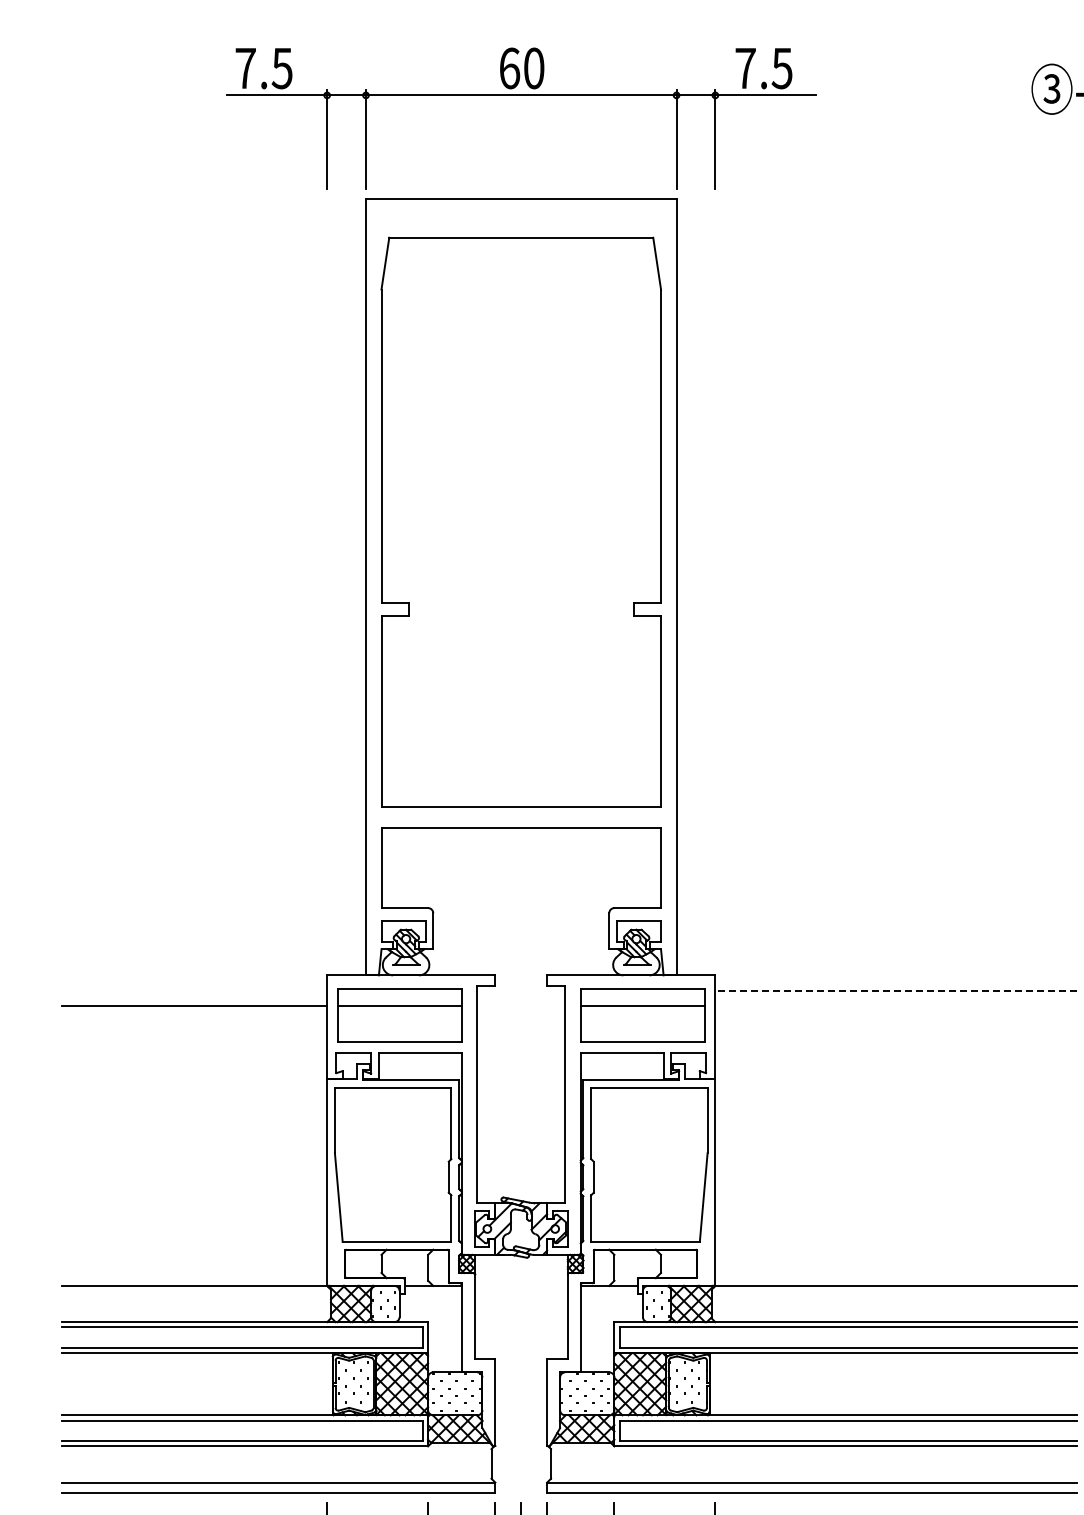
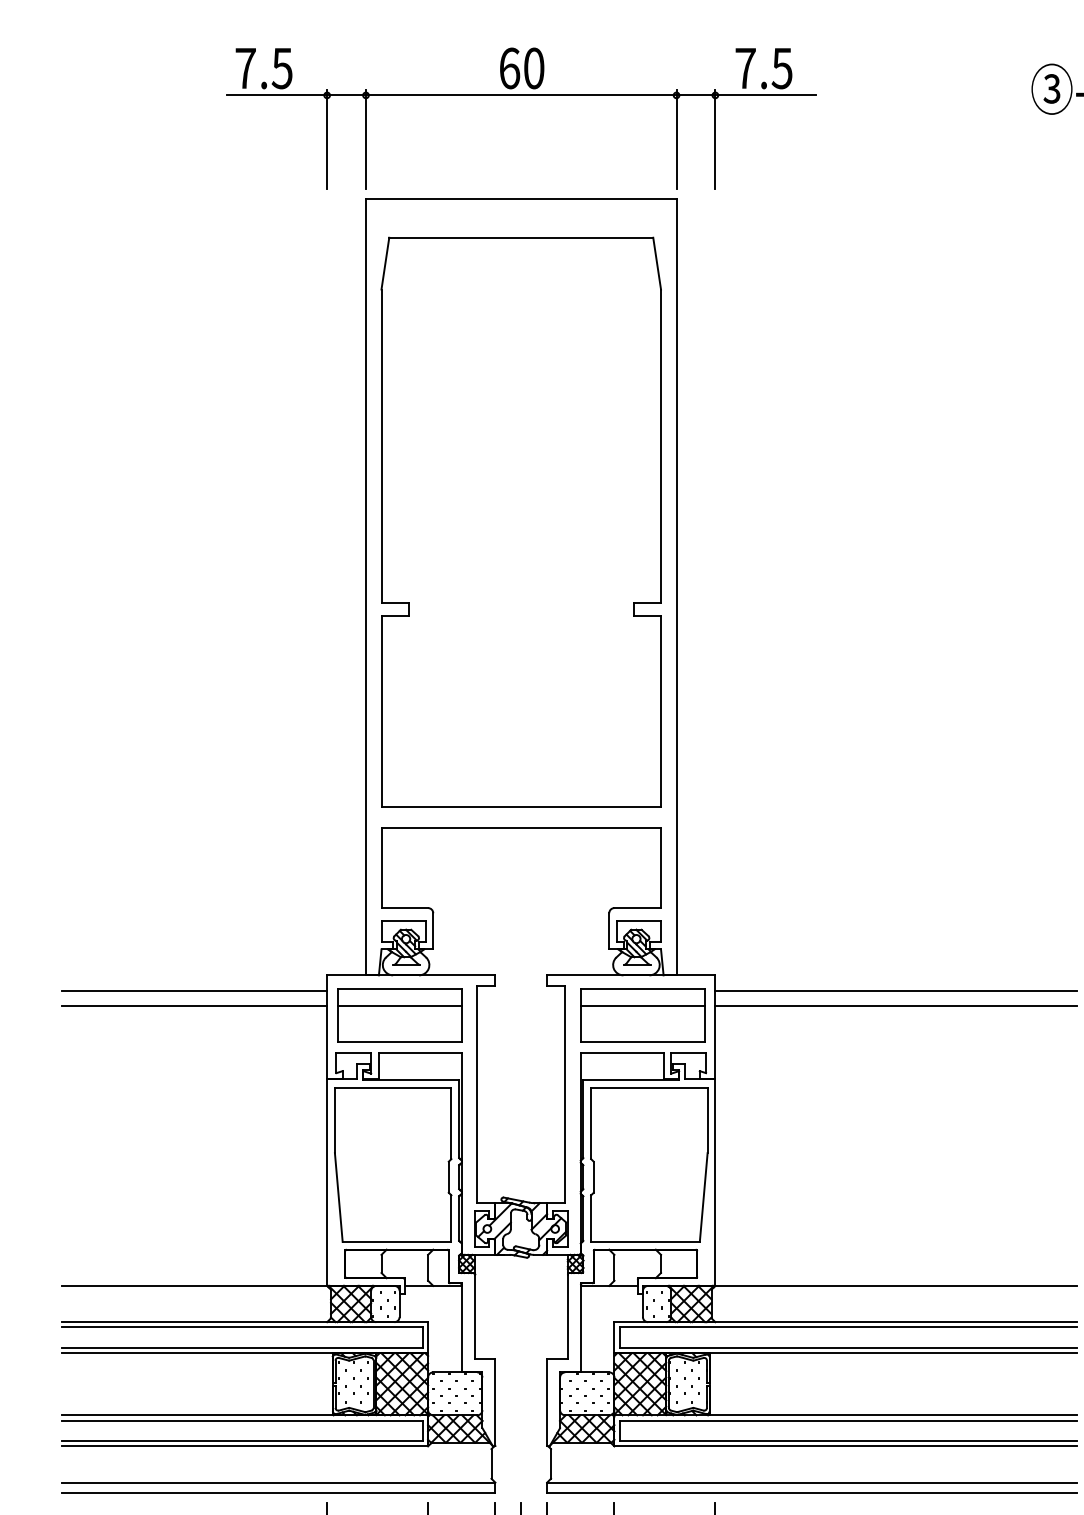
line at (194, 990): none -> present
line at (896, 990): dashed -> solid
line at (896, 1006): none -> present
